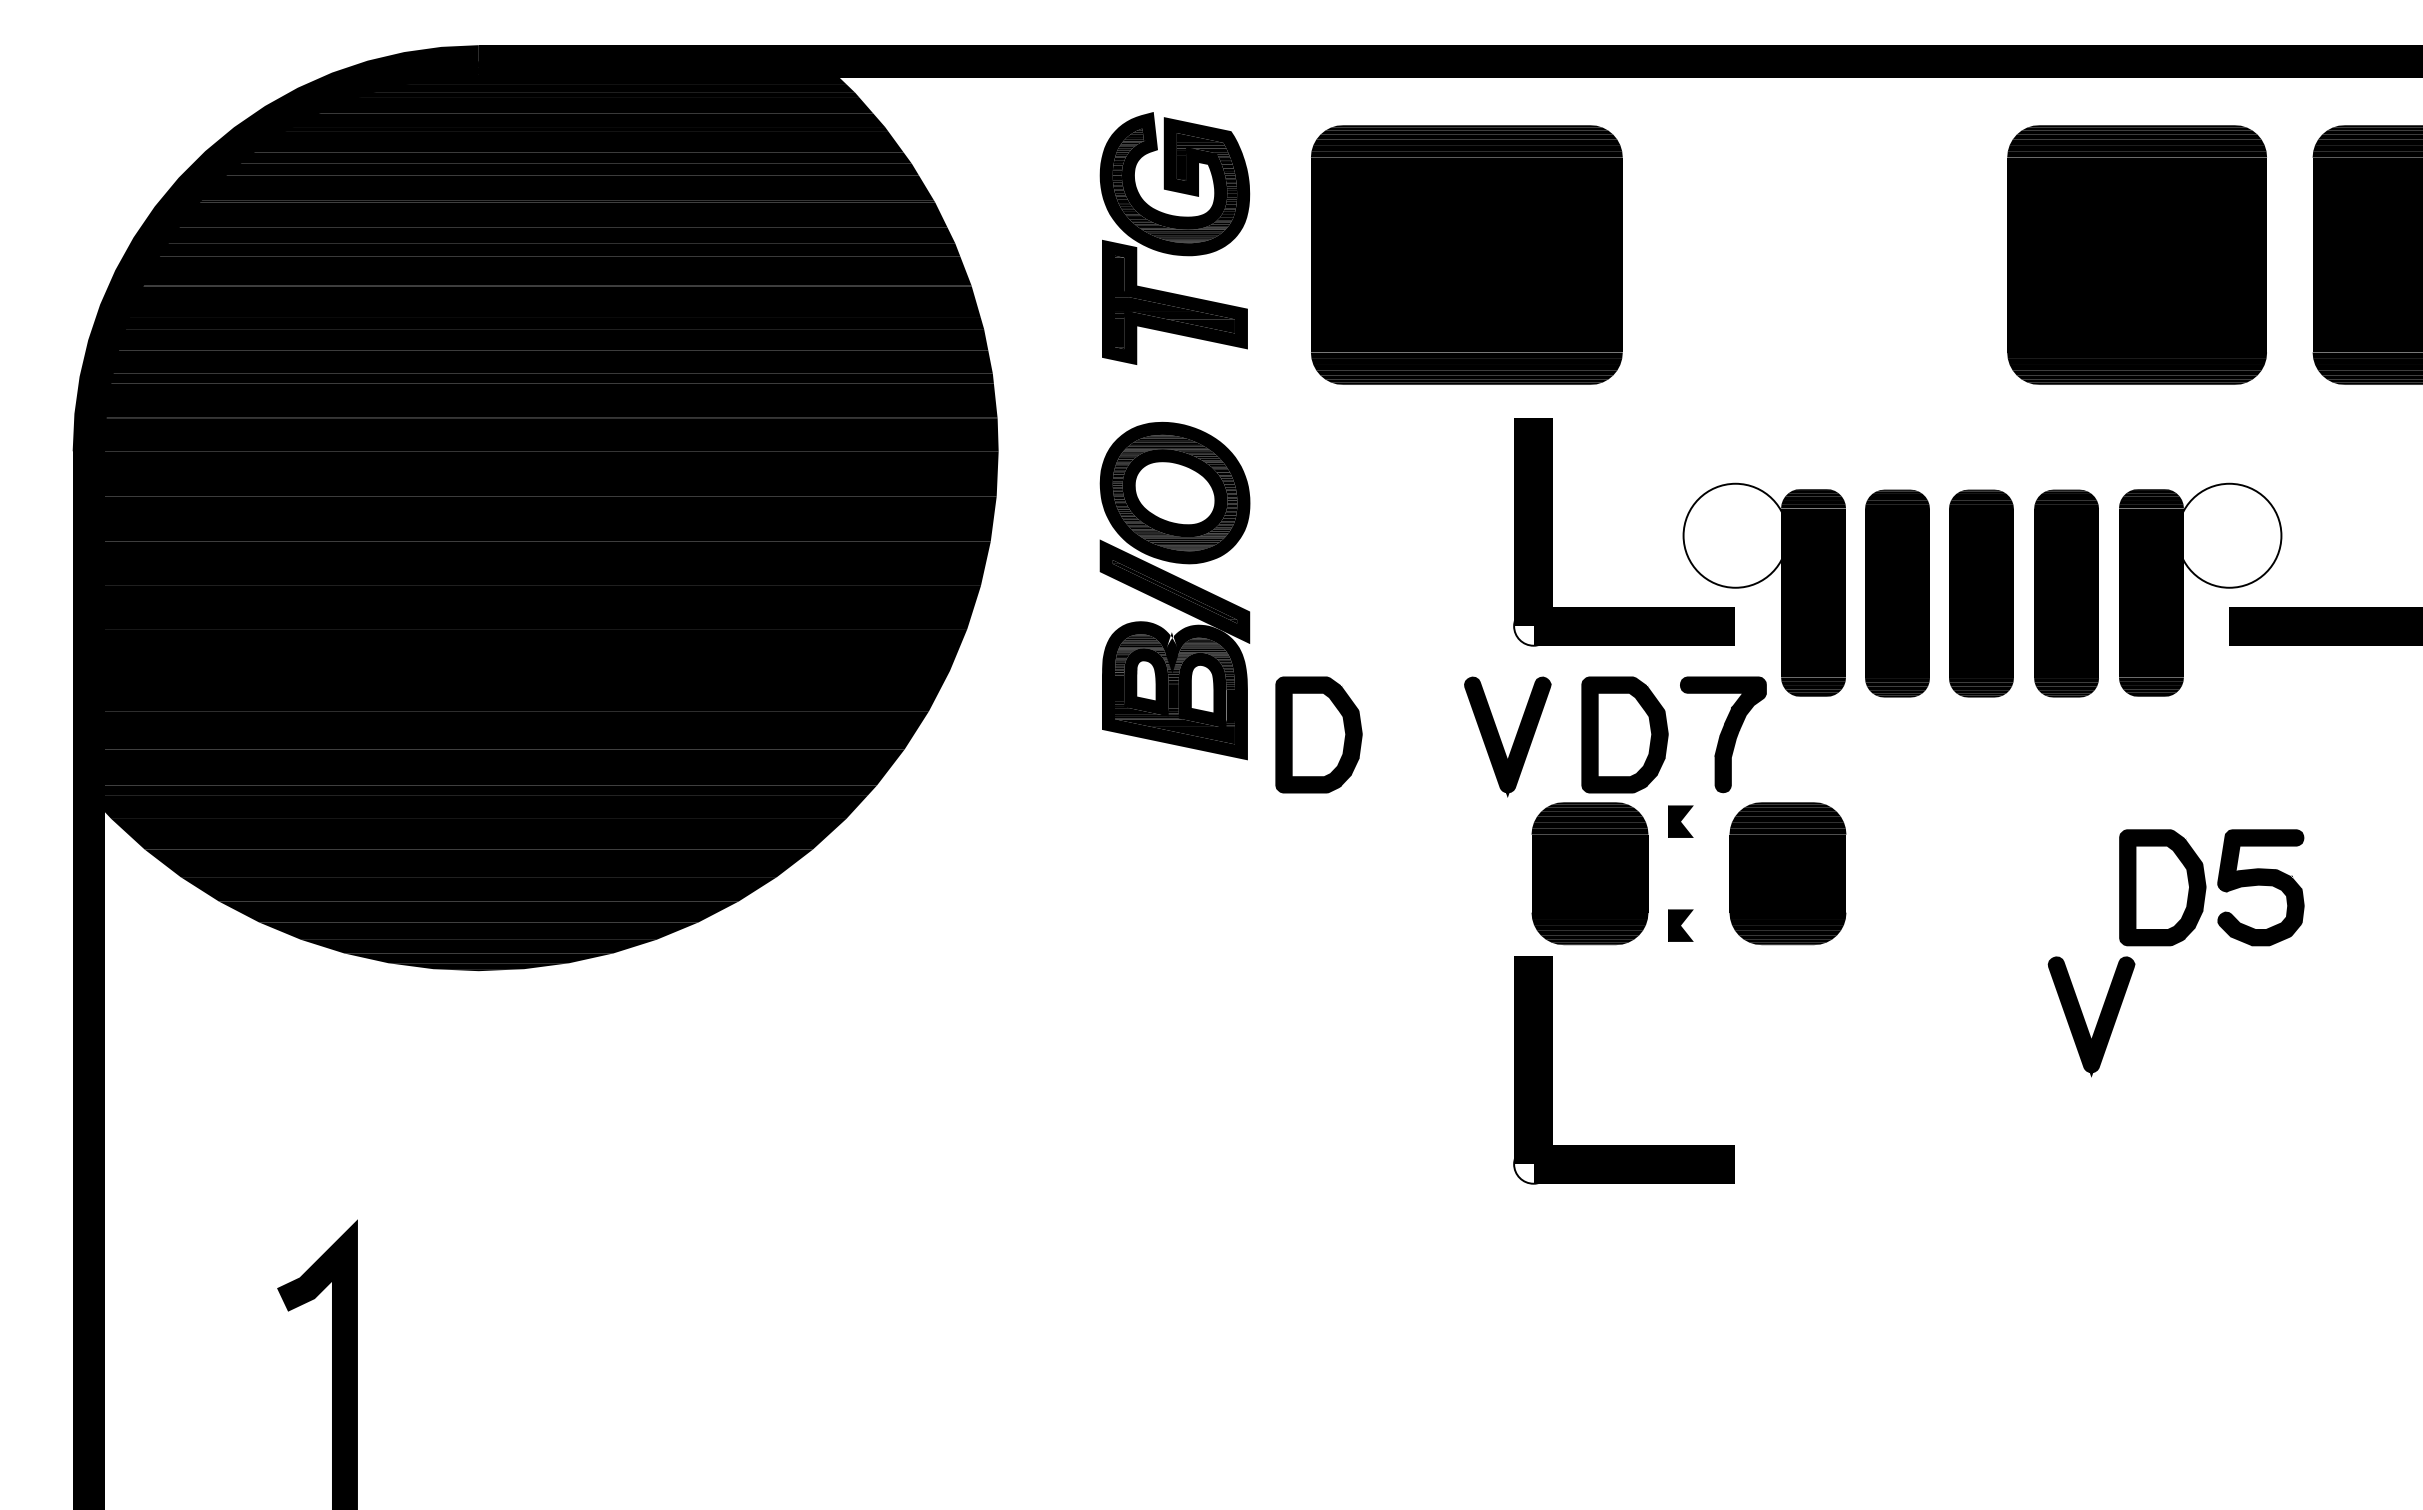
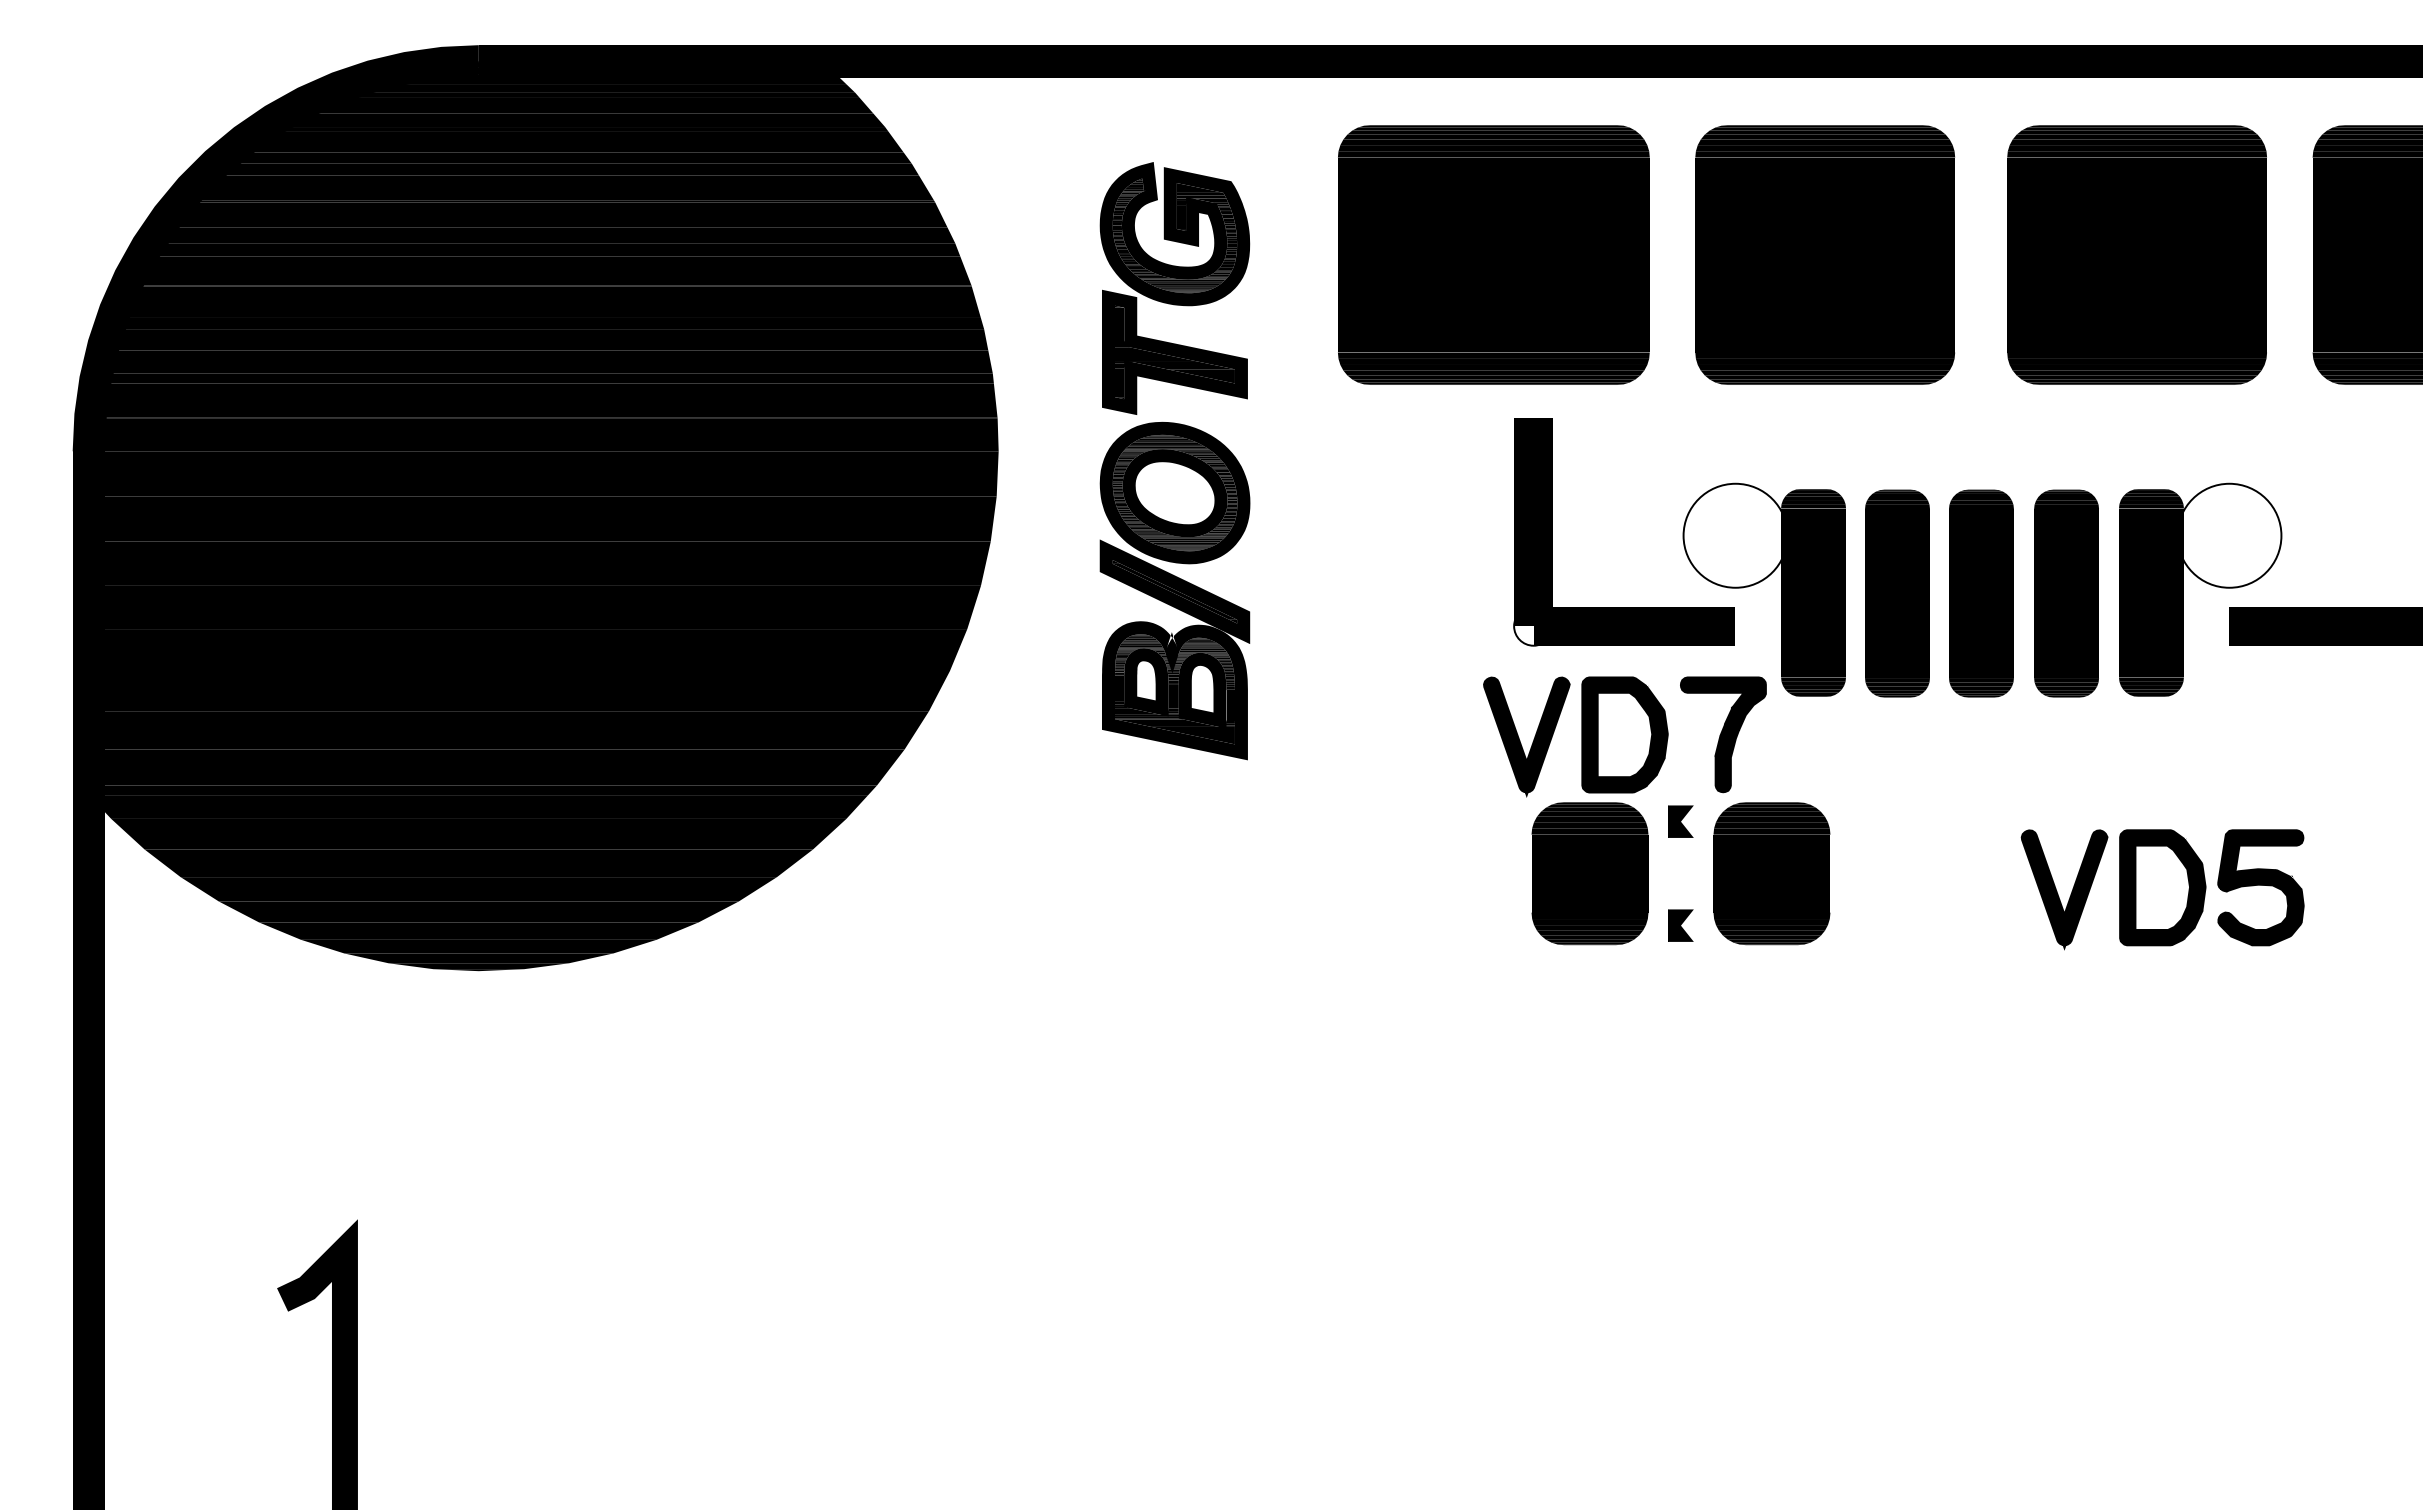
part at (1174, 238) position: (1174, 238) -> (1174, 288)
part at (1466, 254) position: (1466, 254) -> (1493, 254)
part at (1825, 254): none -> present
part at (1318, 734): present -> none
part at (1500, 737) position: (1500, 737) -> (1519, 737)
part at (1787, 873) position: (1787, 873) -> (1771, 873)
part at (2085, 1020) position: (2085, 1020) -> (2058, 893)
part at (1552, 1070): present -> none
